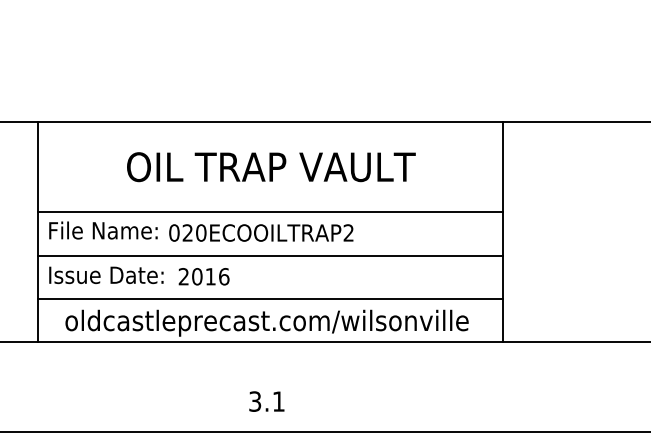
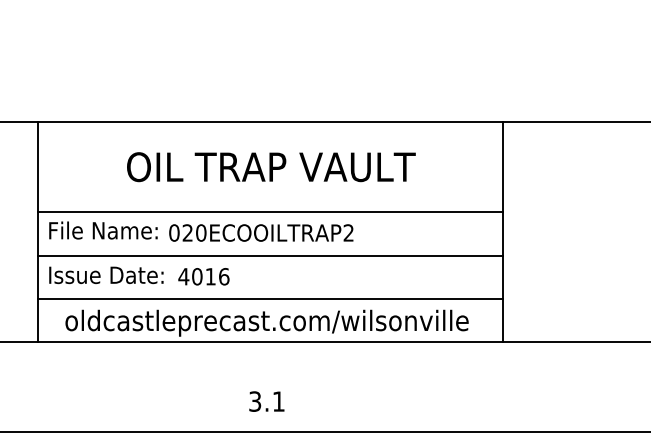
text at (183, 276): 2016 -> 4016
